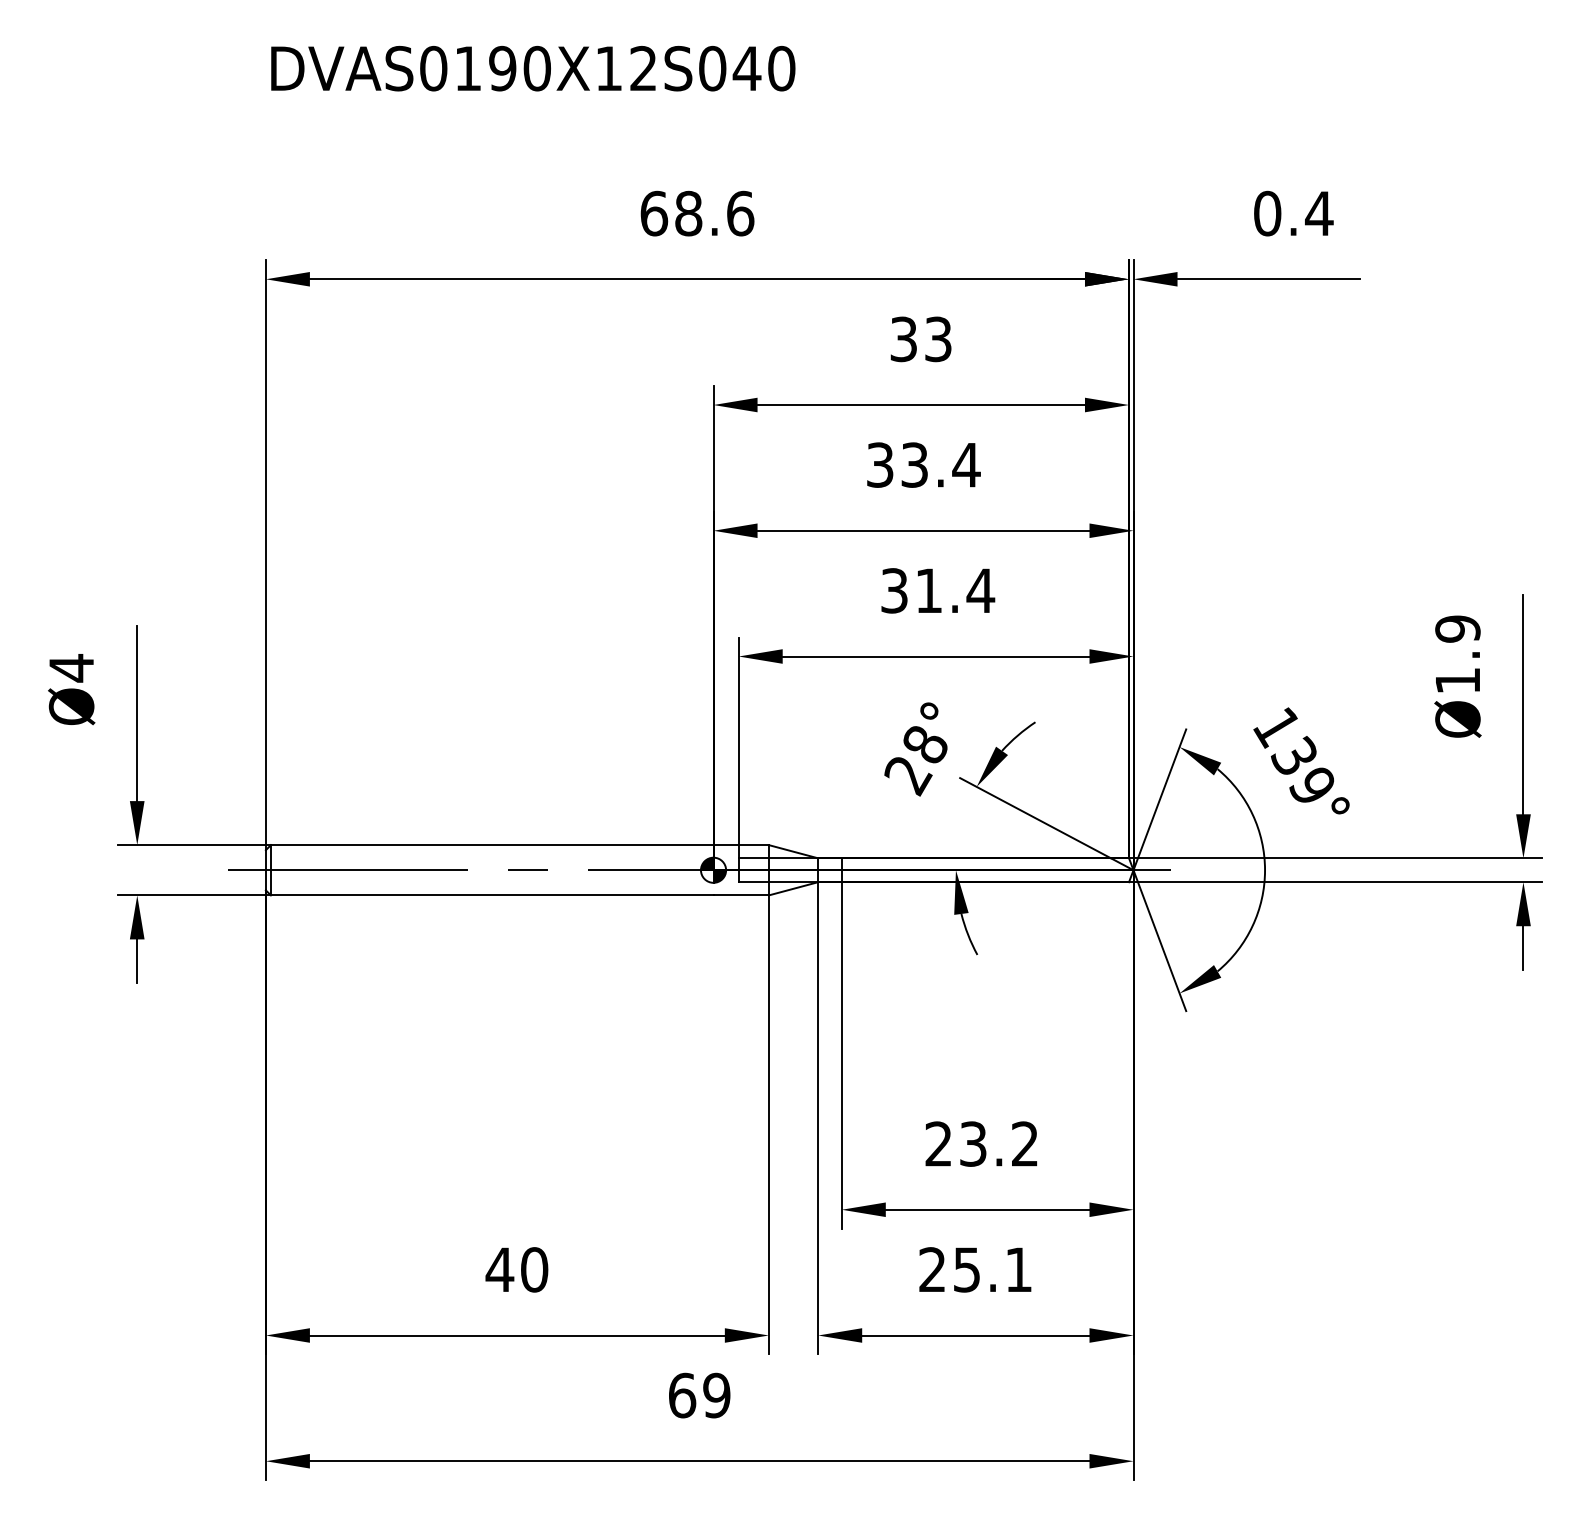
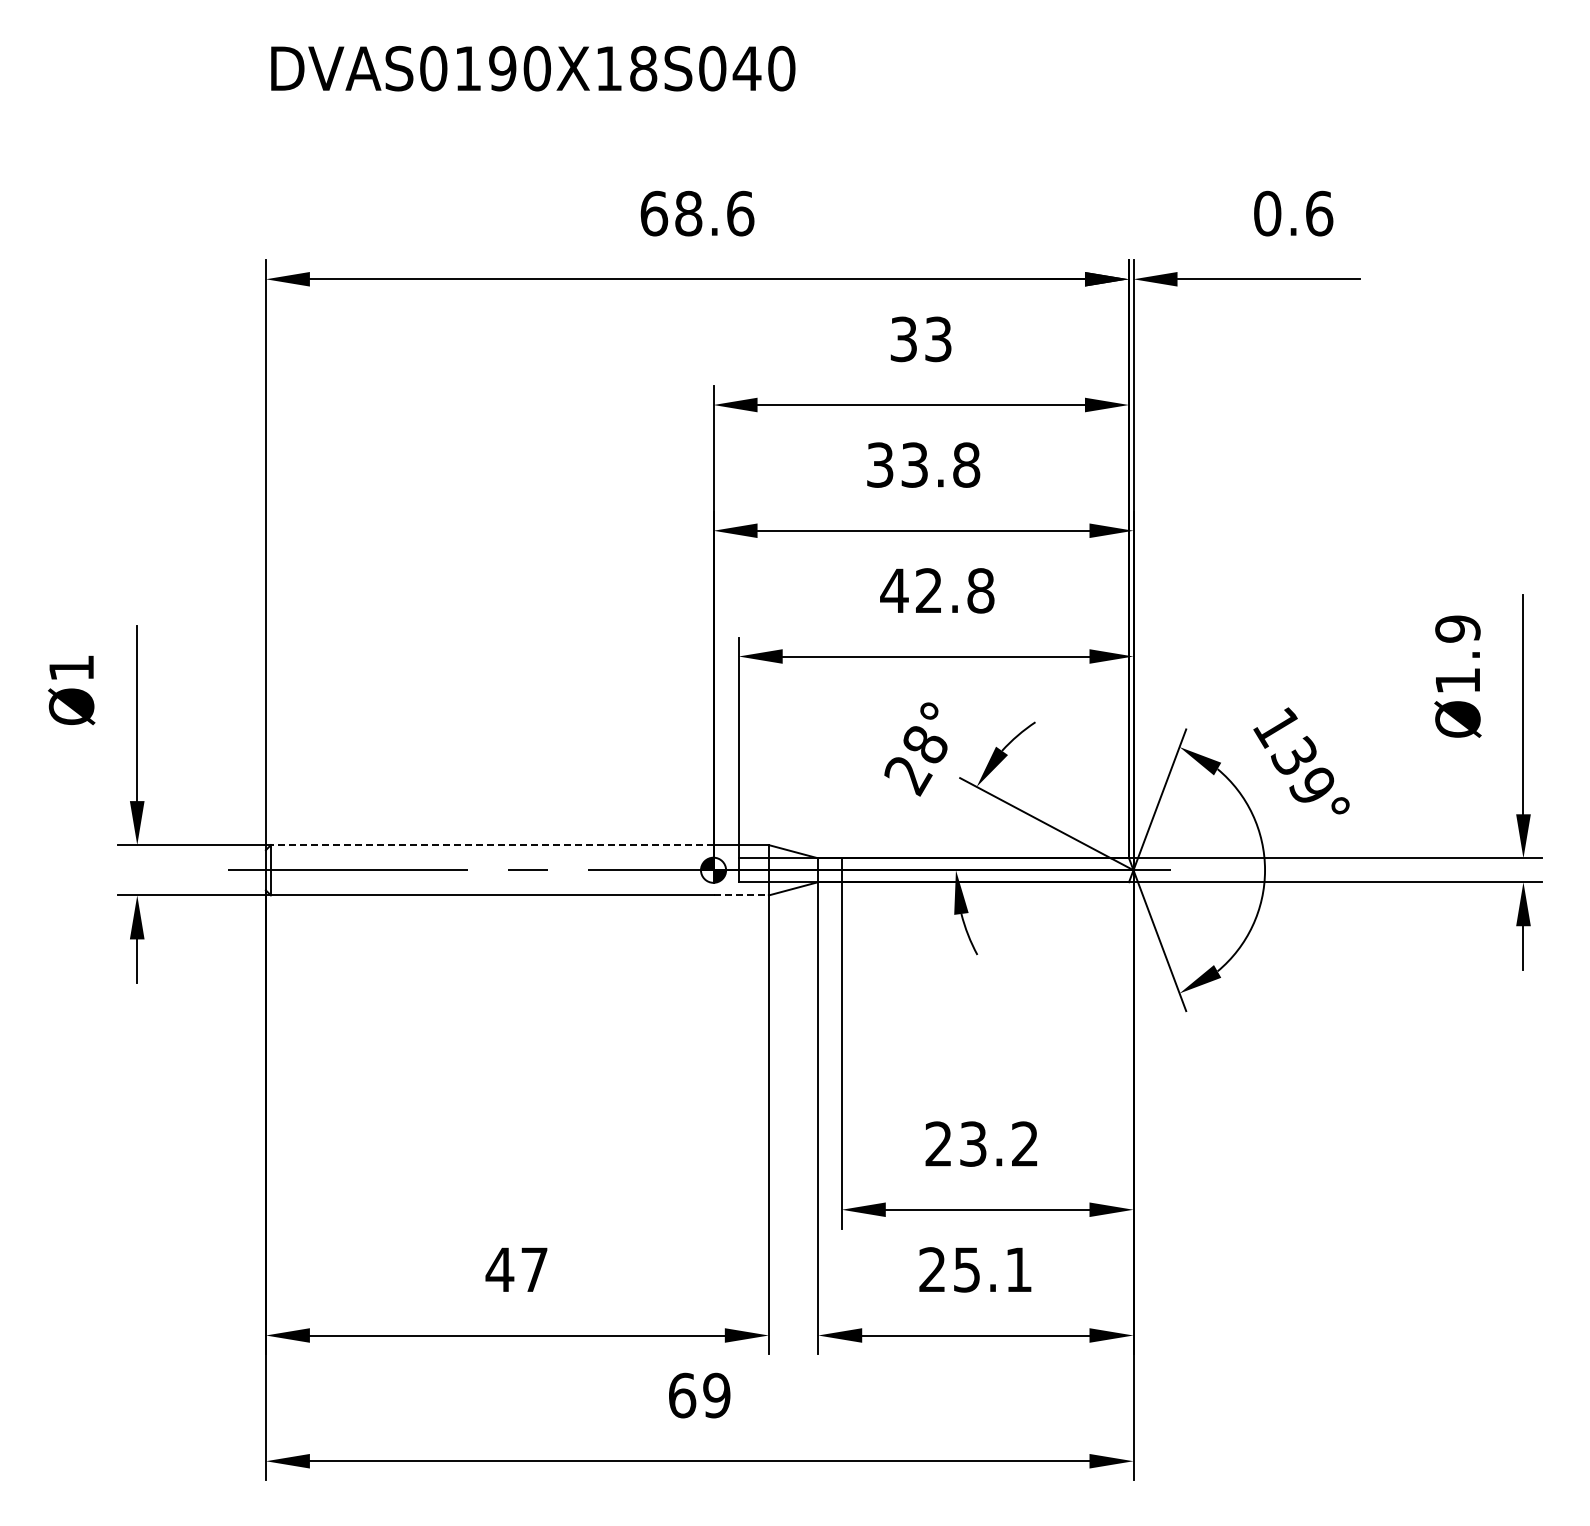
text at (643, 68): DVAS0190X12S040 -> DVAS0190X18S040
text at (1319, 213): 0.4 -> 0.6
text at (966, 464): 33.4 -> 33.8
text at (937, 590): 31.4 -> 42.8
text at (71, 668): Ø4 -> Ø1
line at (491, 845): solid -> dashed
line at (741, 895): solid -> dashed
text at (534, 1269): 40 -> 47
